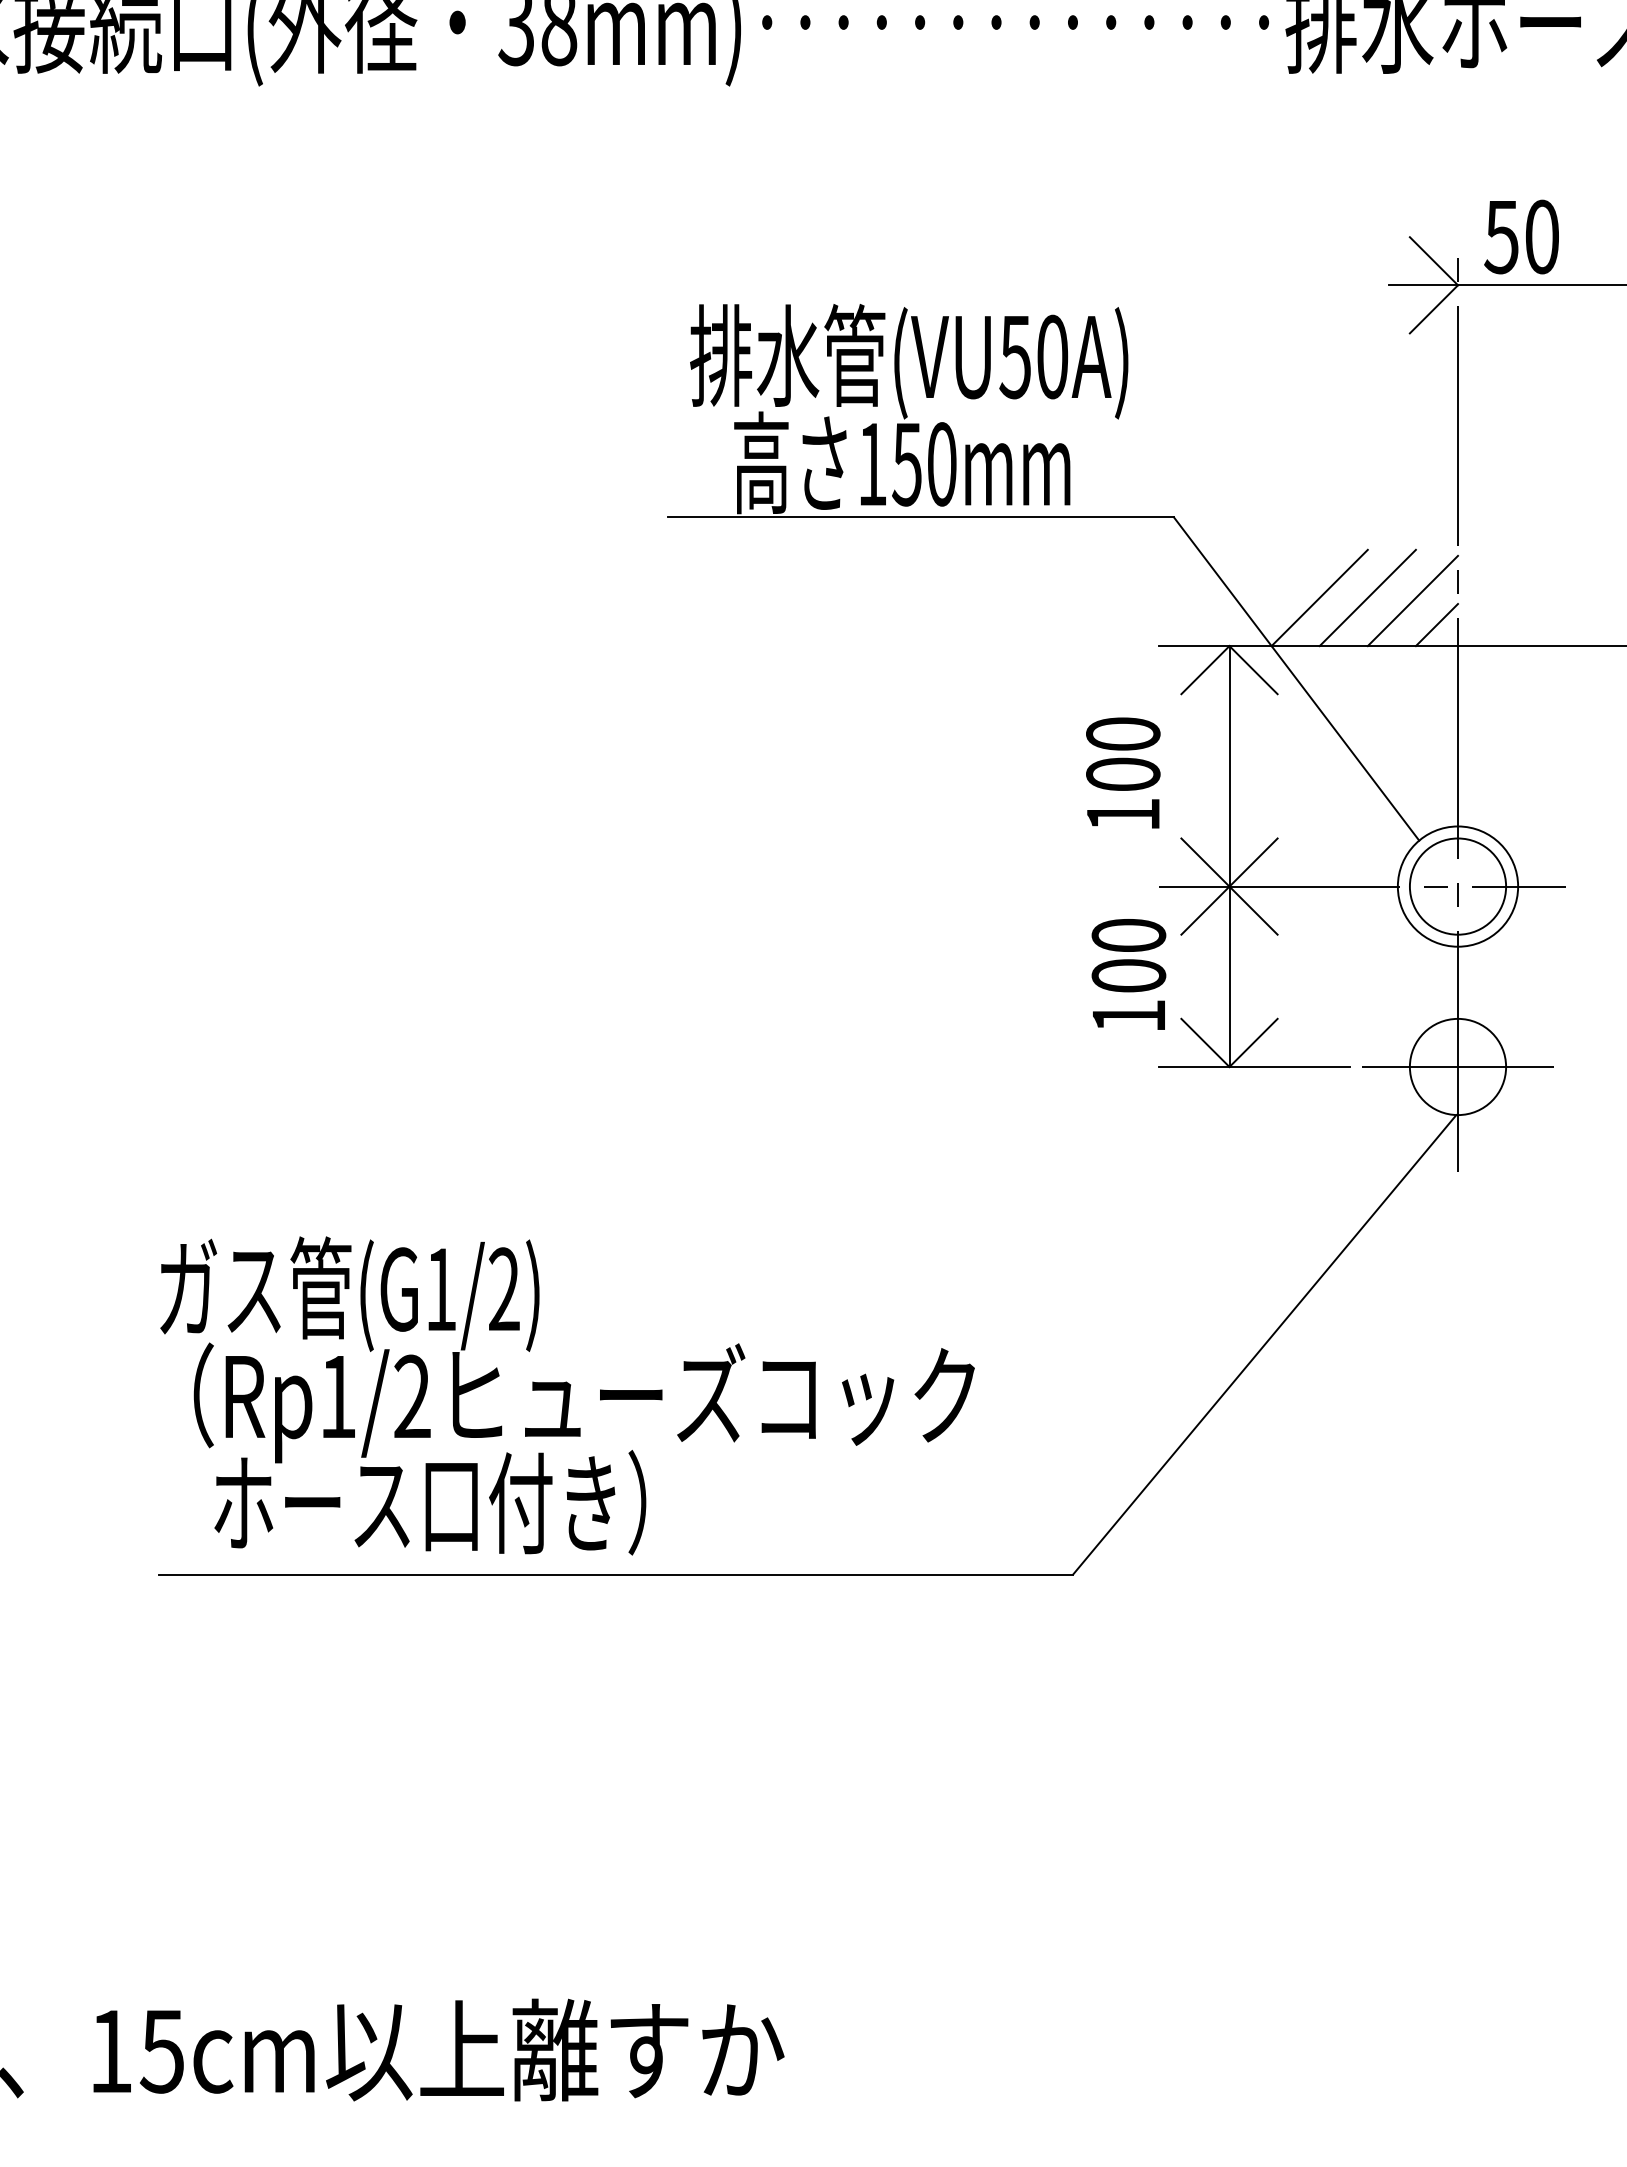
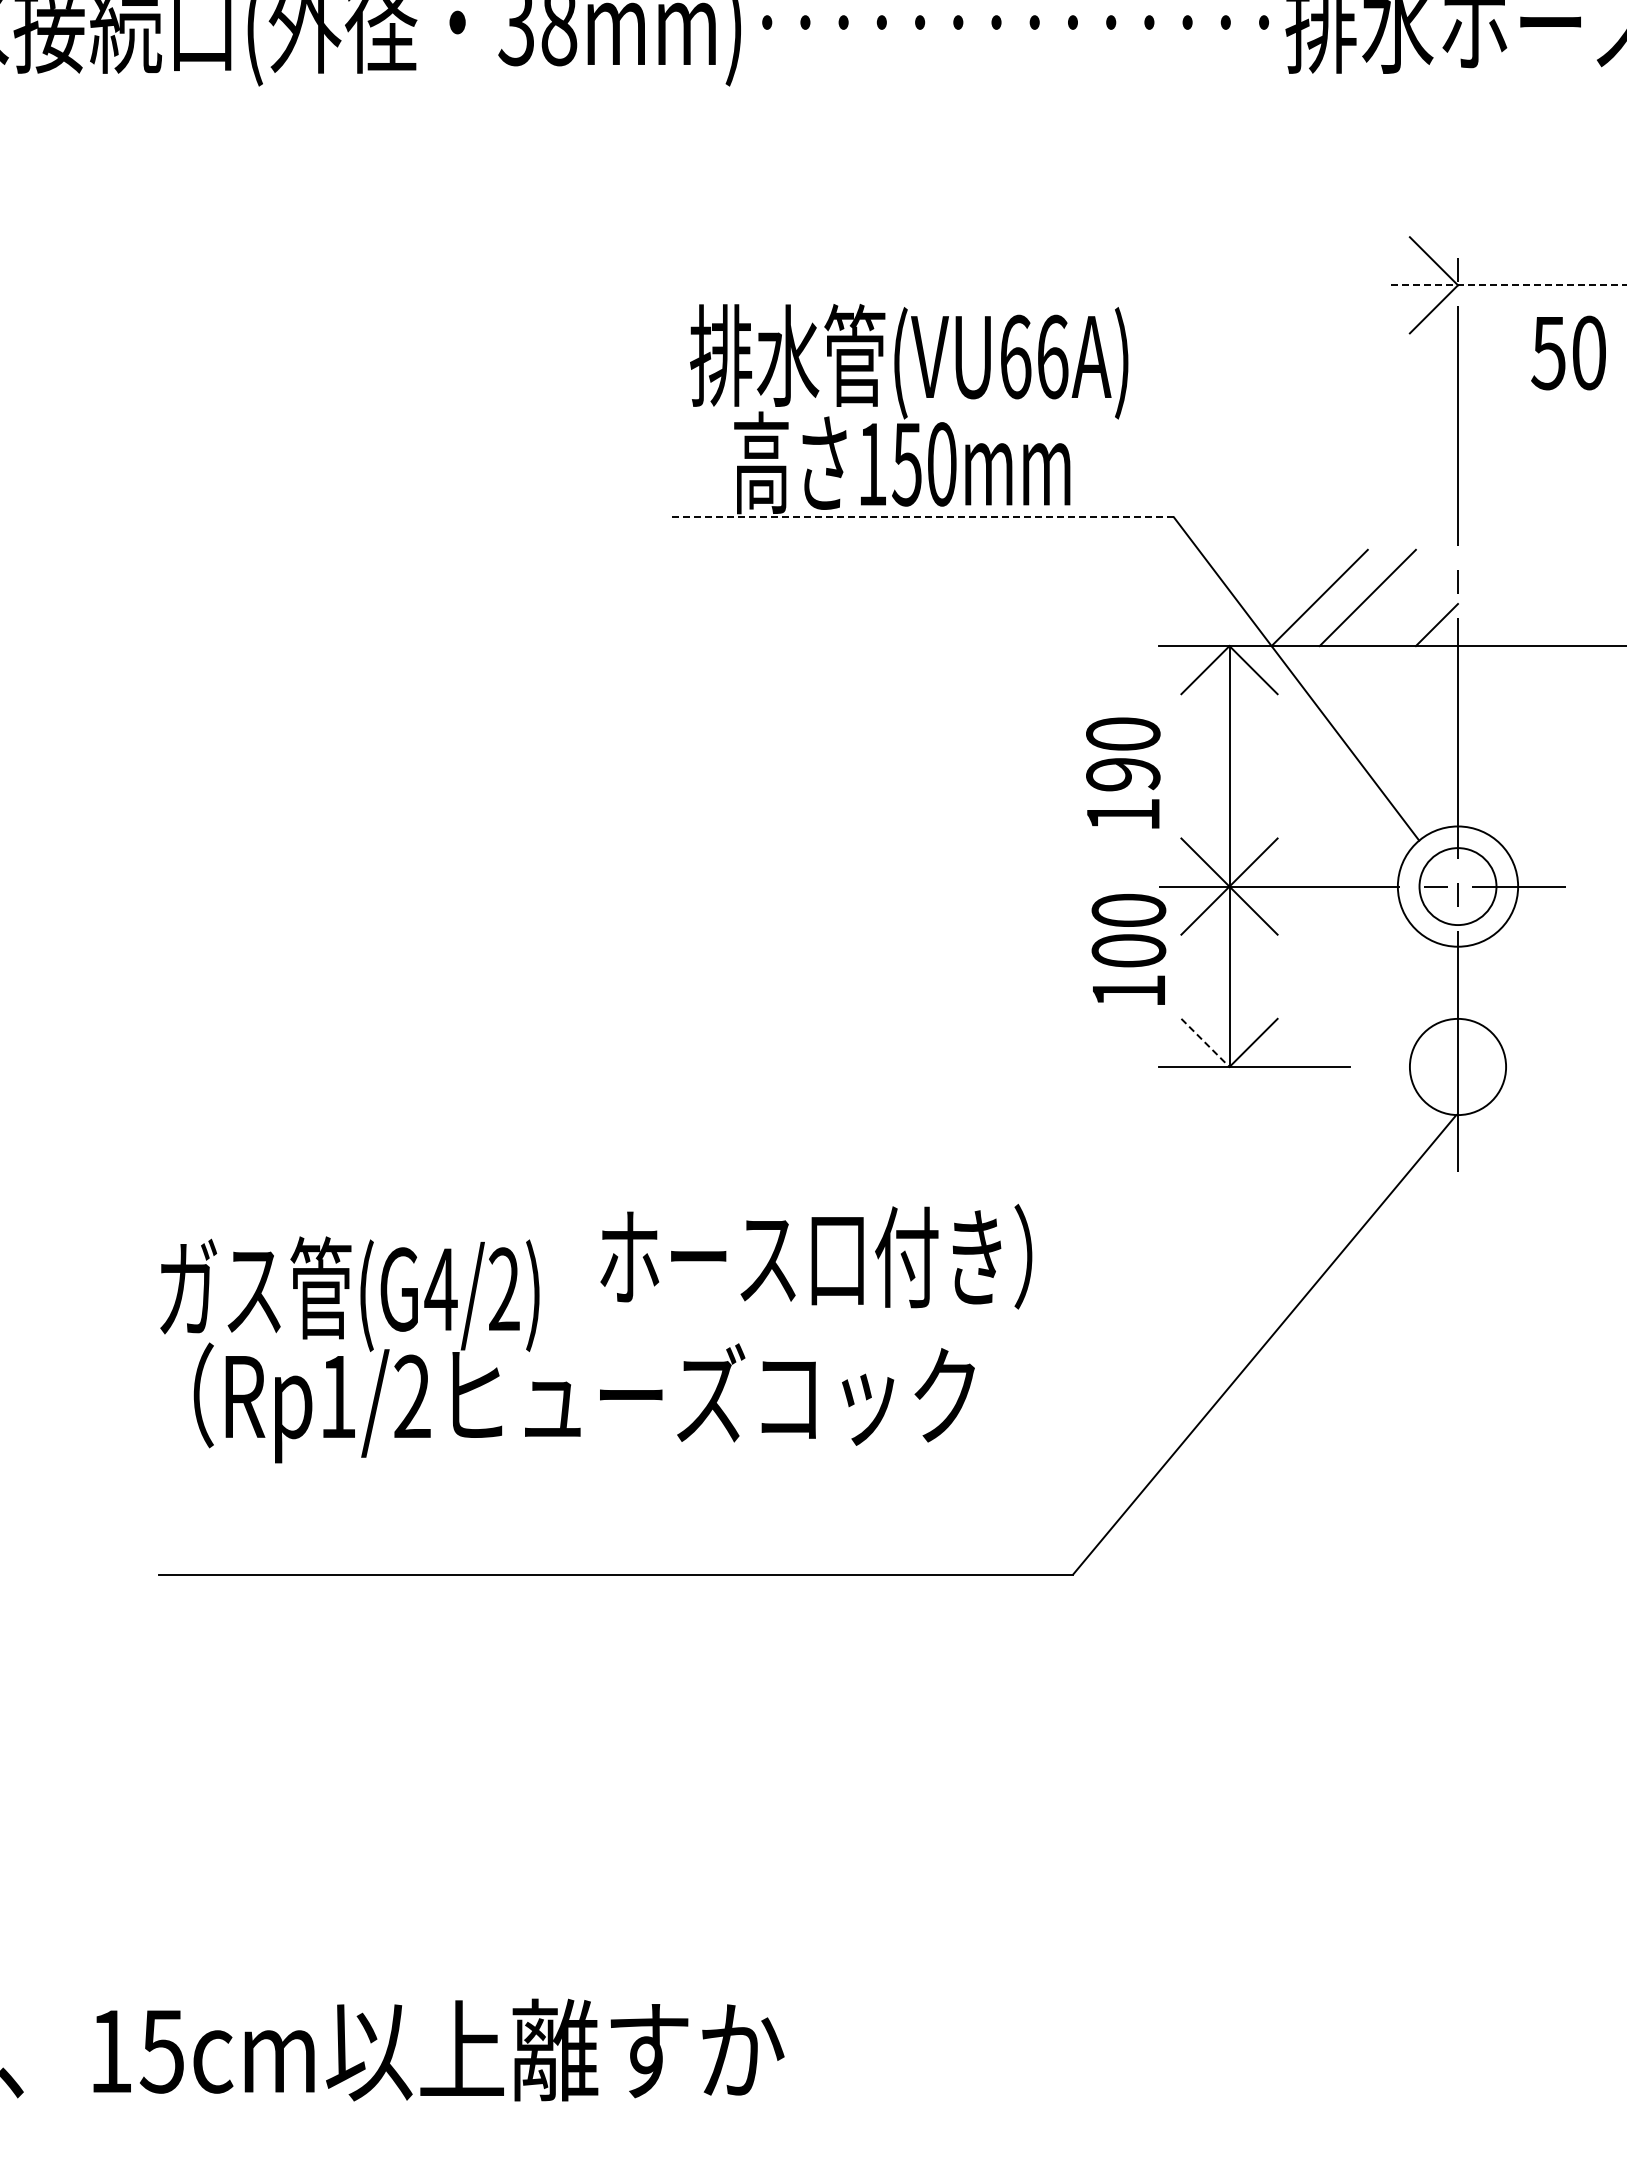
text at (1521, 236) position: (1521, 236) -> (1568, 352)
line at (1507, 285): solid -> dashed
text at (1033, 356): (VU50A) -> (VU66A)
line at (921, 517): solid -> dashed
line at (1412, 600): present -> none
text at (1123, 774): 100 -> 190
circle at (1457, 886) diameter: 96 px -> 77 px
text at (1128, 974) position: (1128, 974) -> (1128, 949)
line at (1205, 1043): solid -> dashed
line at (1457, 1066): present -> none
text at (440, 1289): (G1/2) -> (G4/2)
text at (430, 1502) position: (430, 1502) -> (816, 1256)
